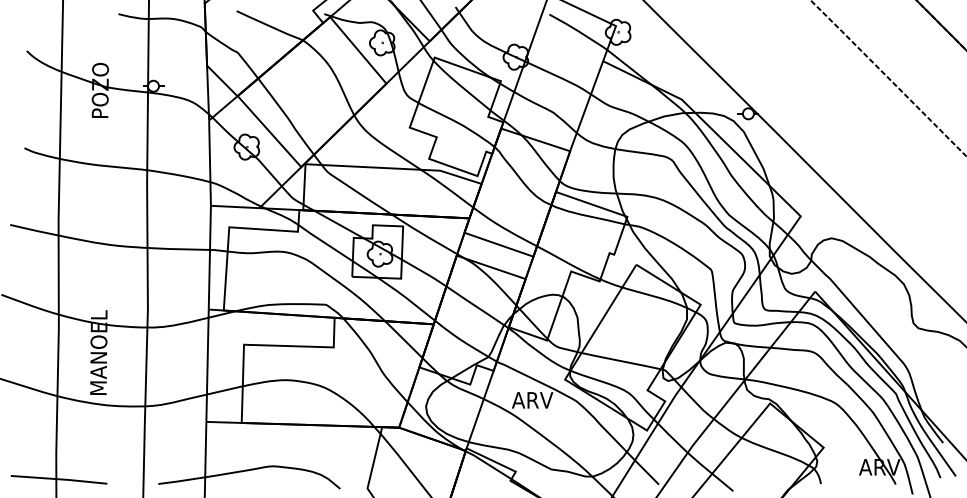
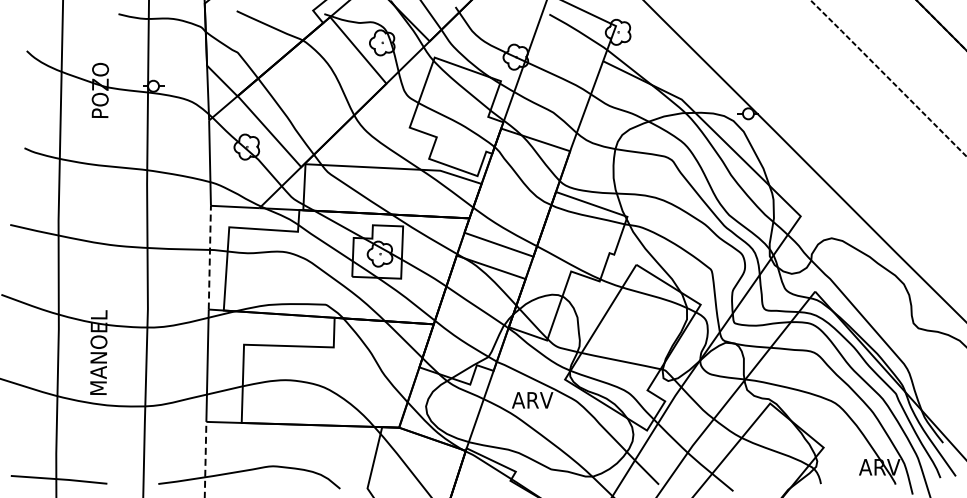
line at (209, 257): solid -> dashed
line at (205, 459): solid -> dashed
